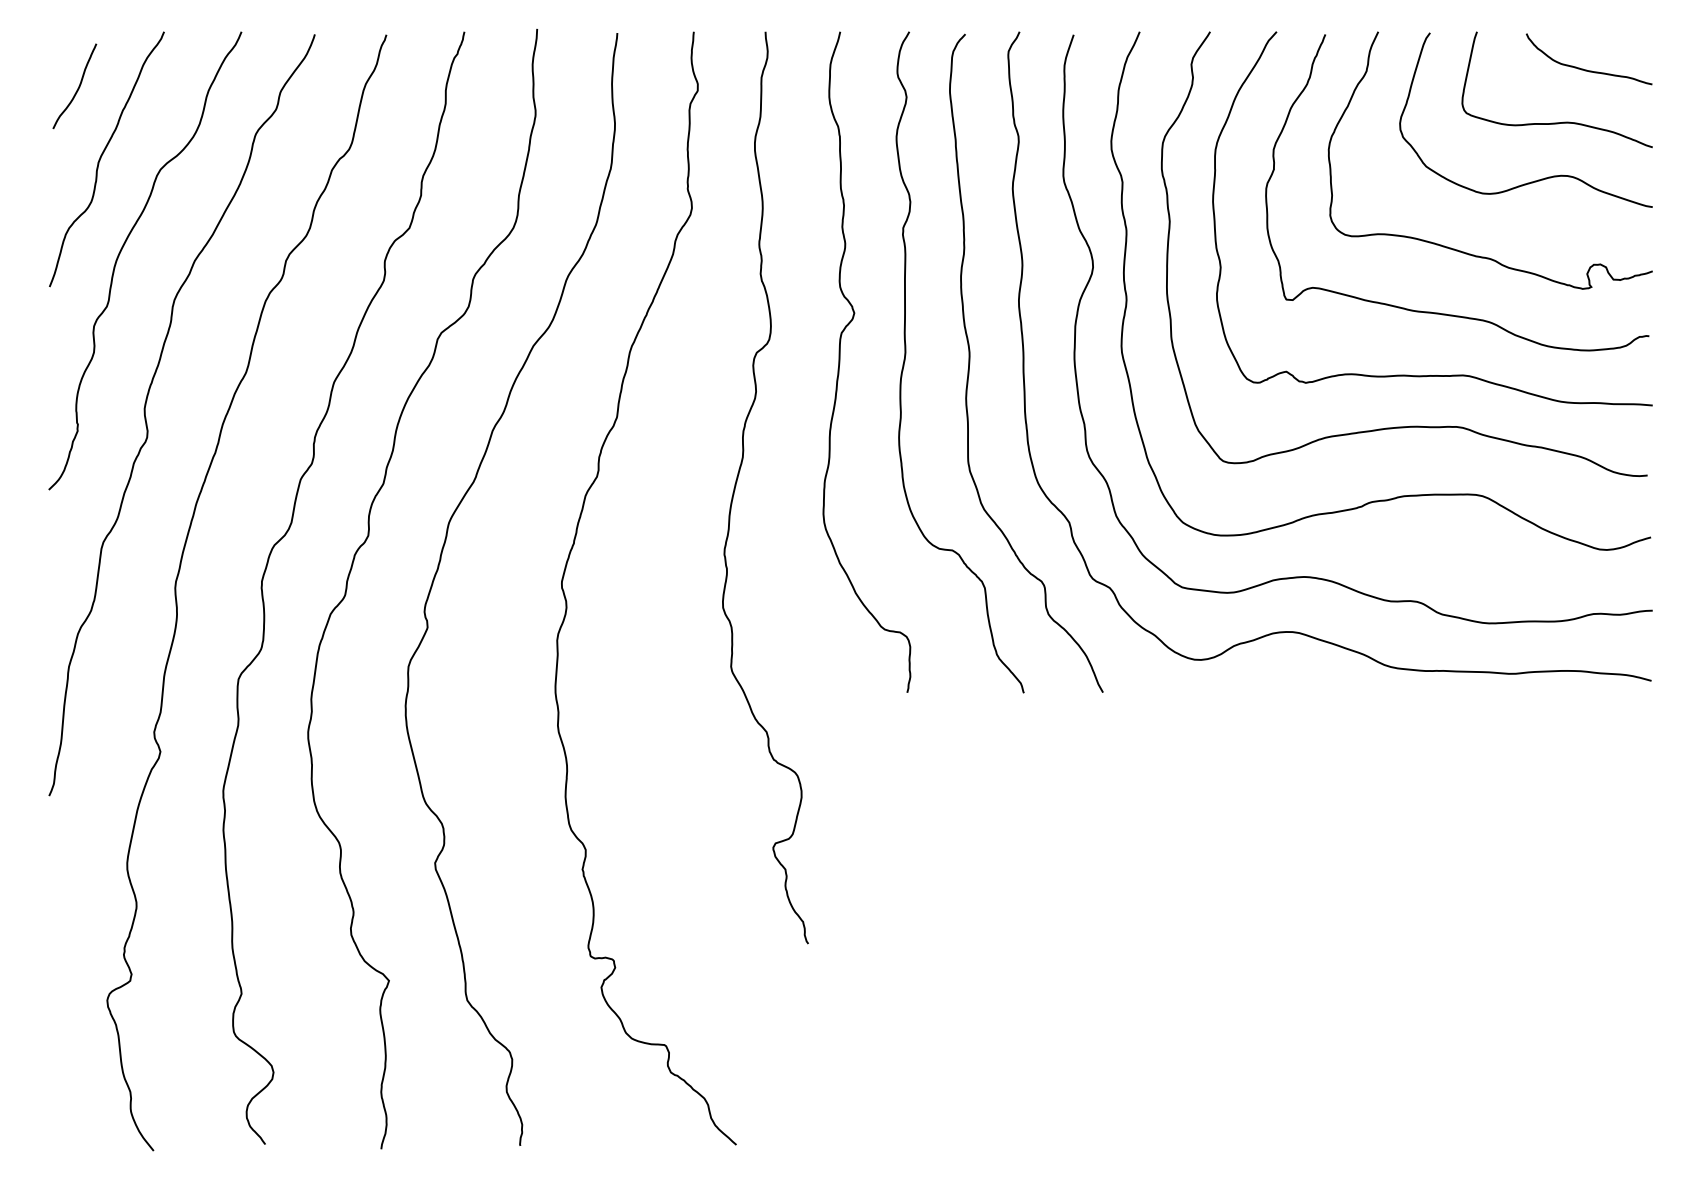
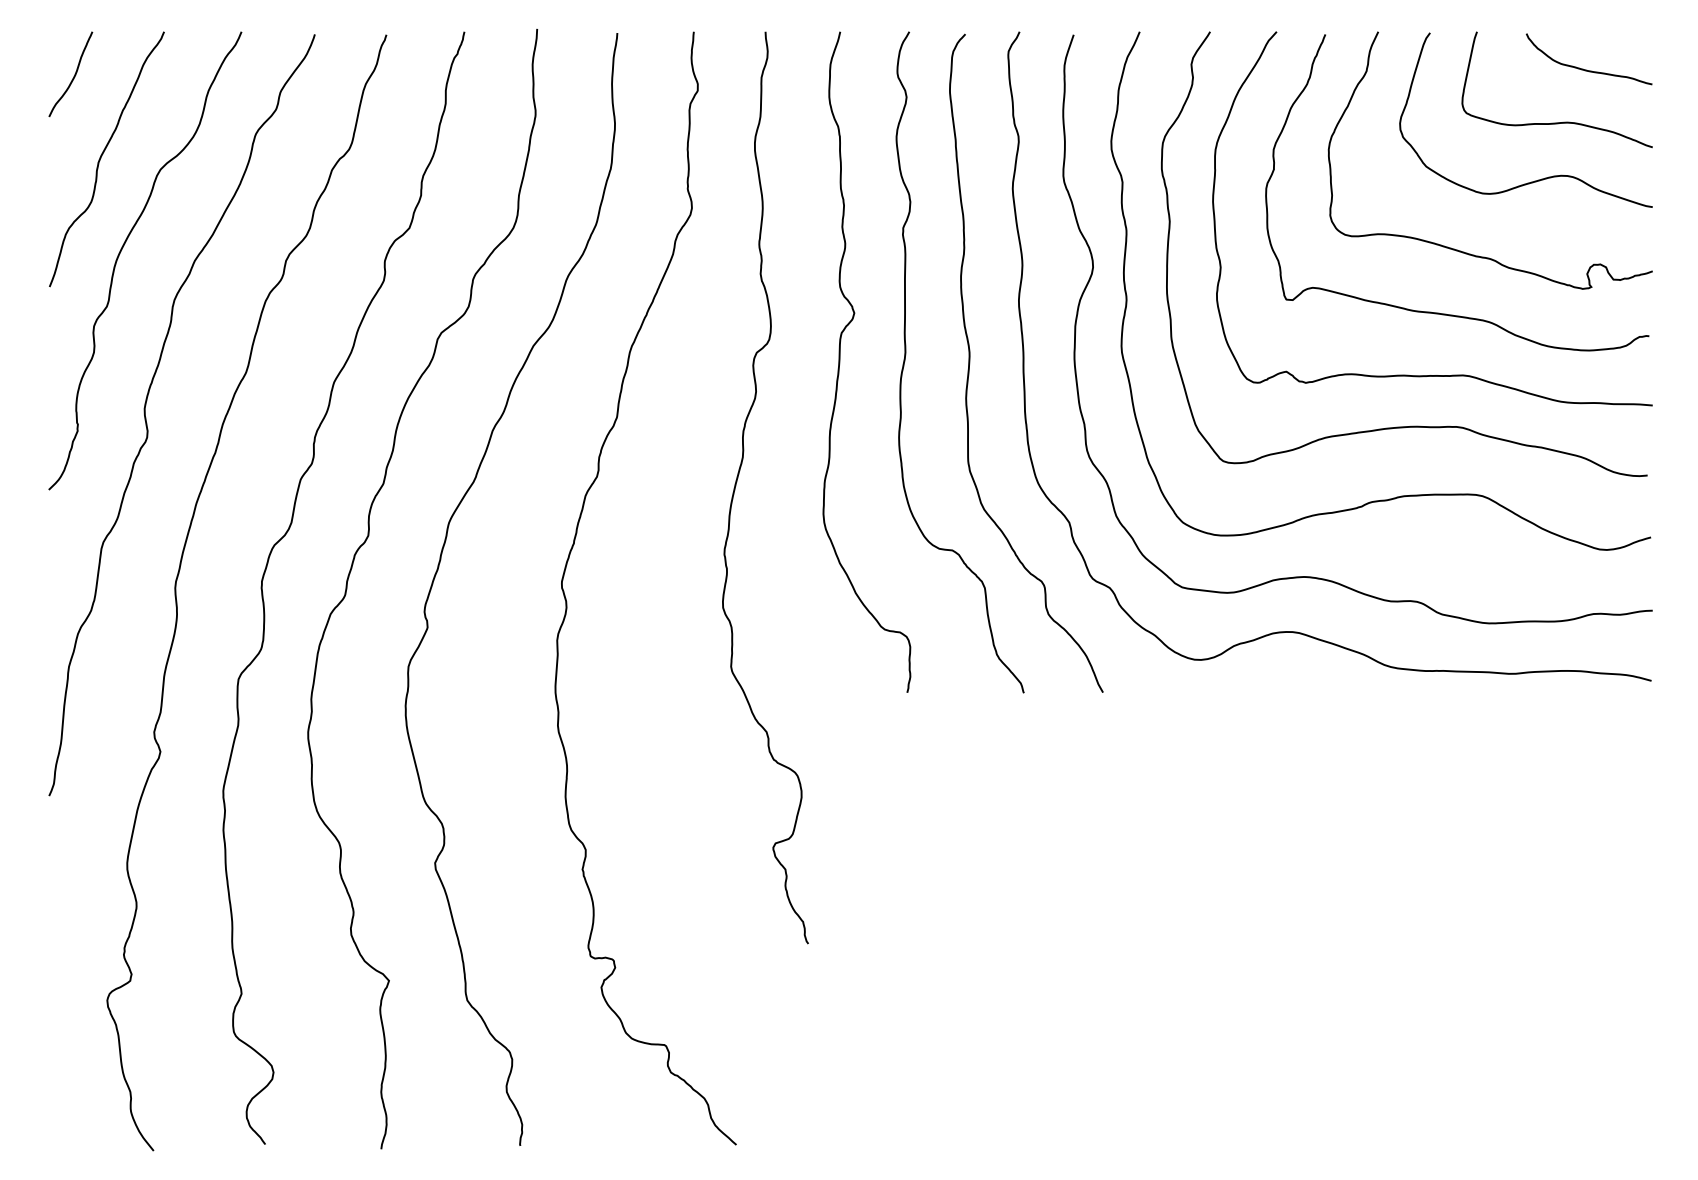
curve at (77, 88) position: (77, 88) -> (73, 76)
